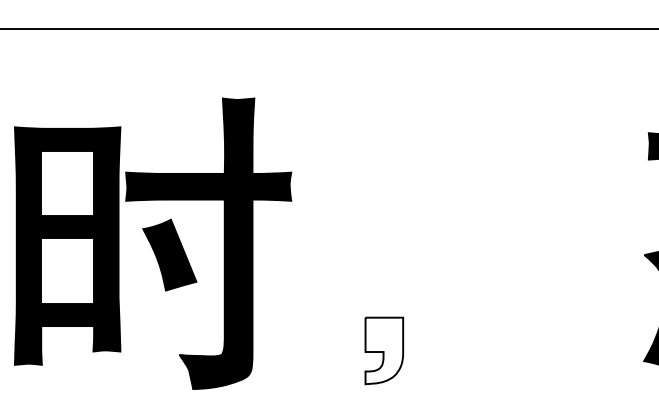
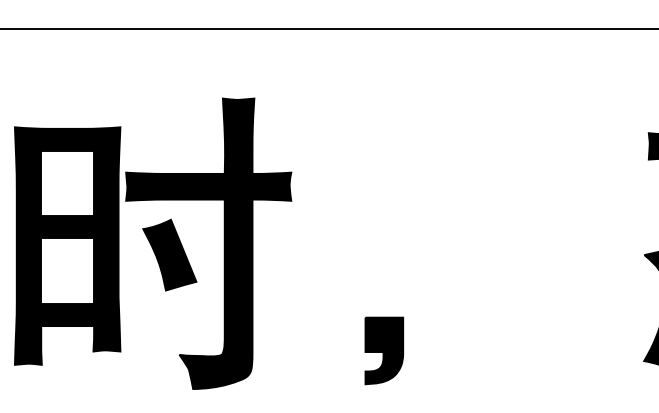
fill at (384, 350): none -> present
